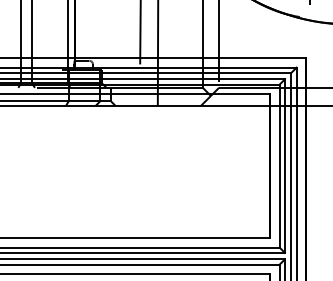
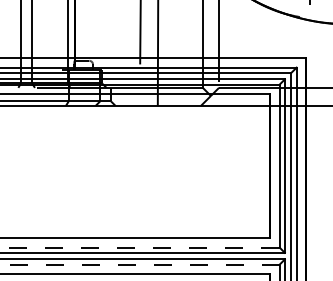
line at (139, 247): solid -> dashed
line at (139, 264): solid -> dashed
